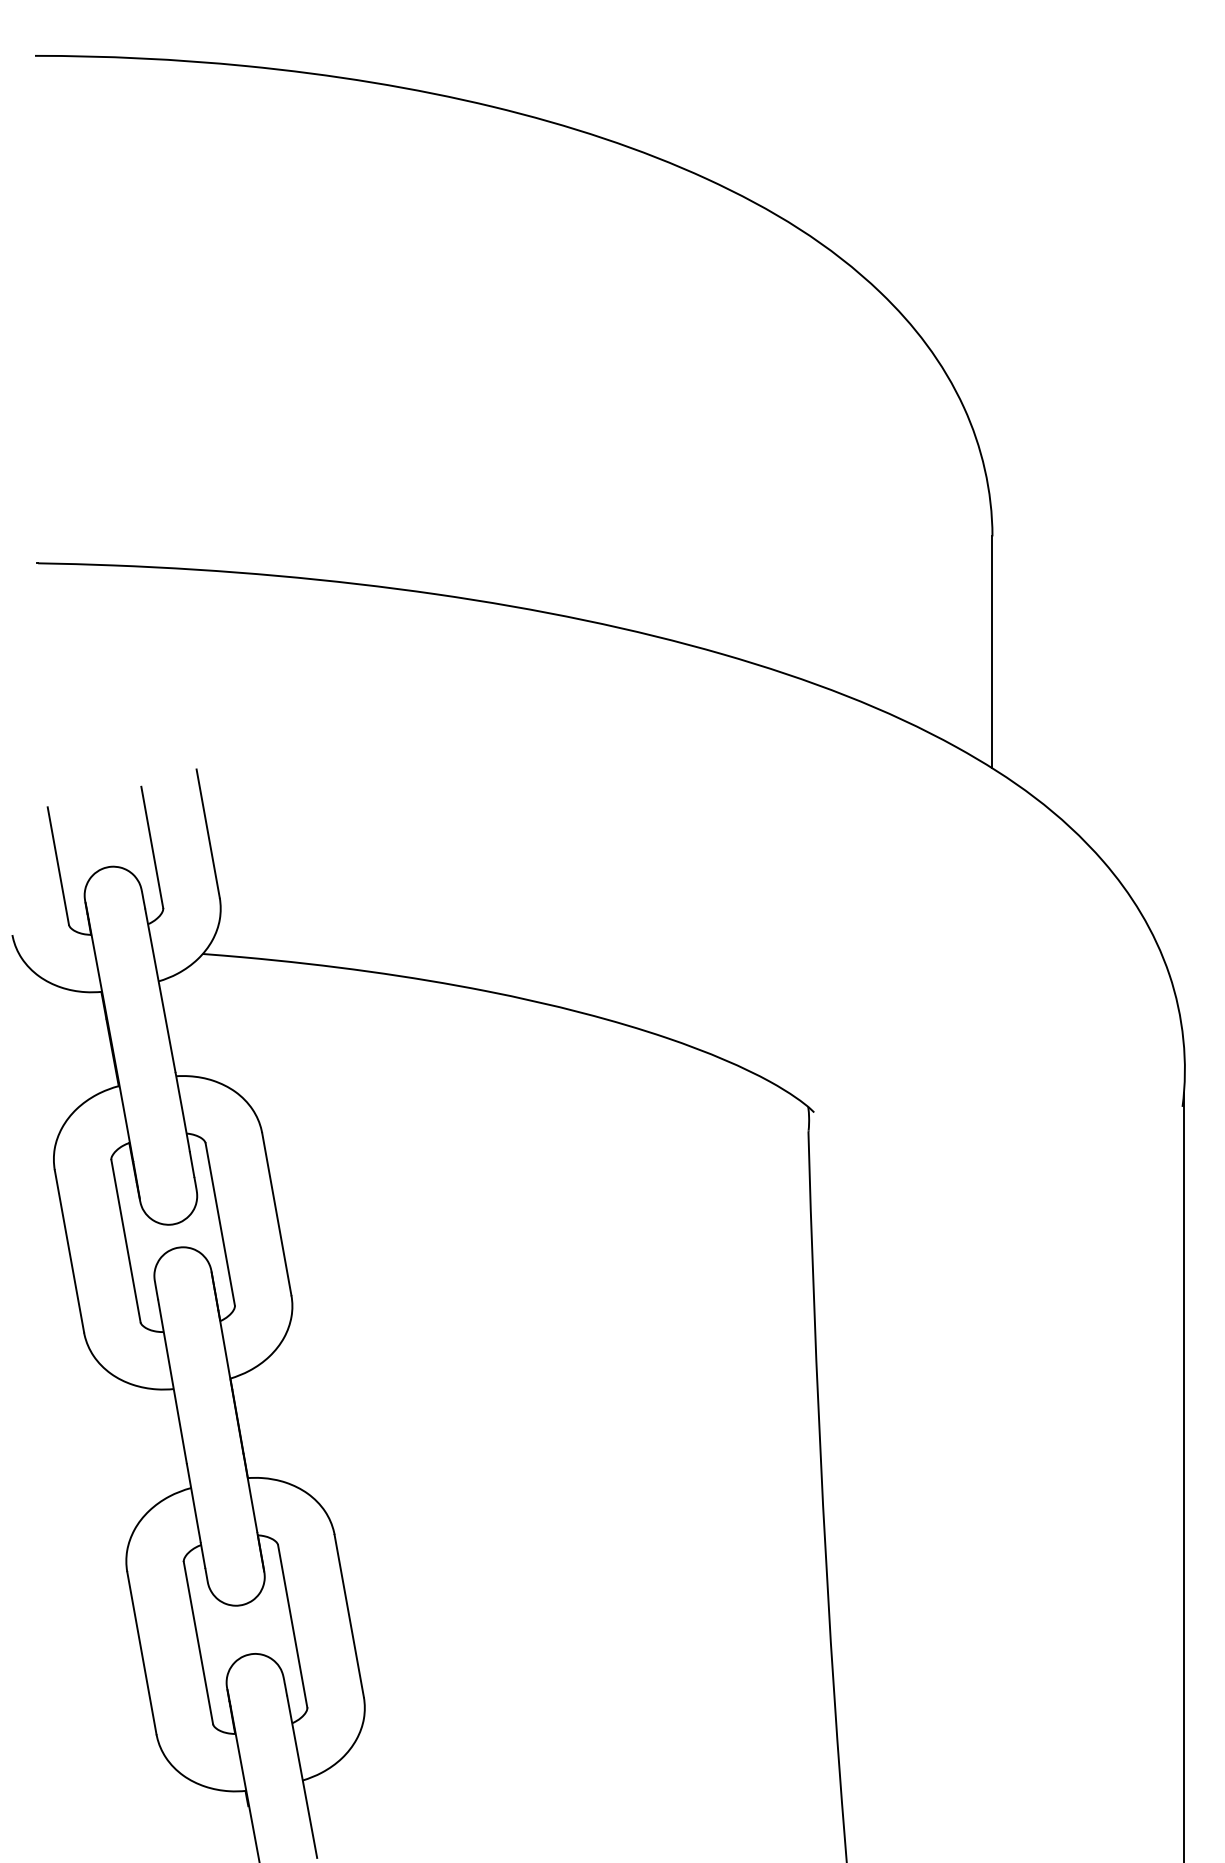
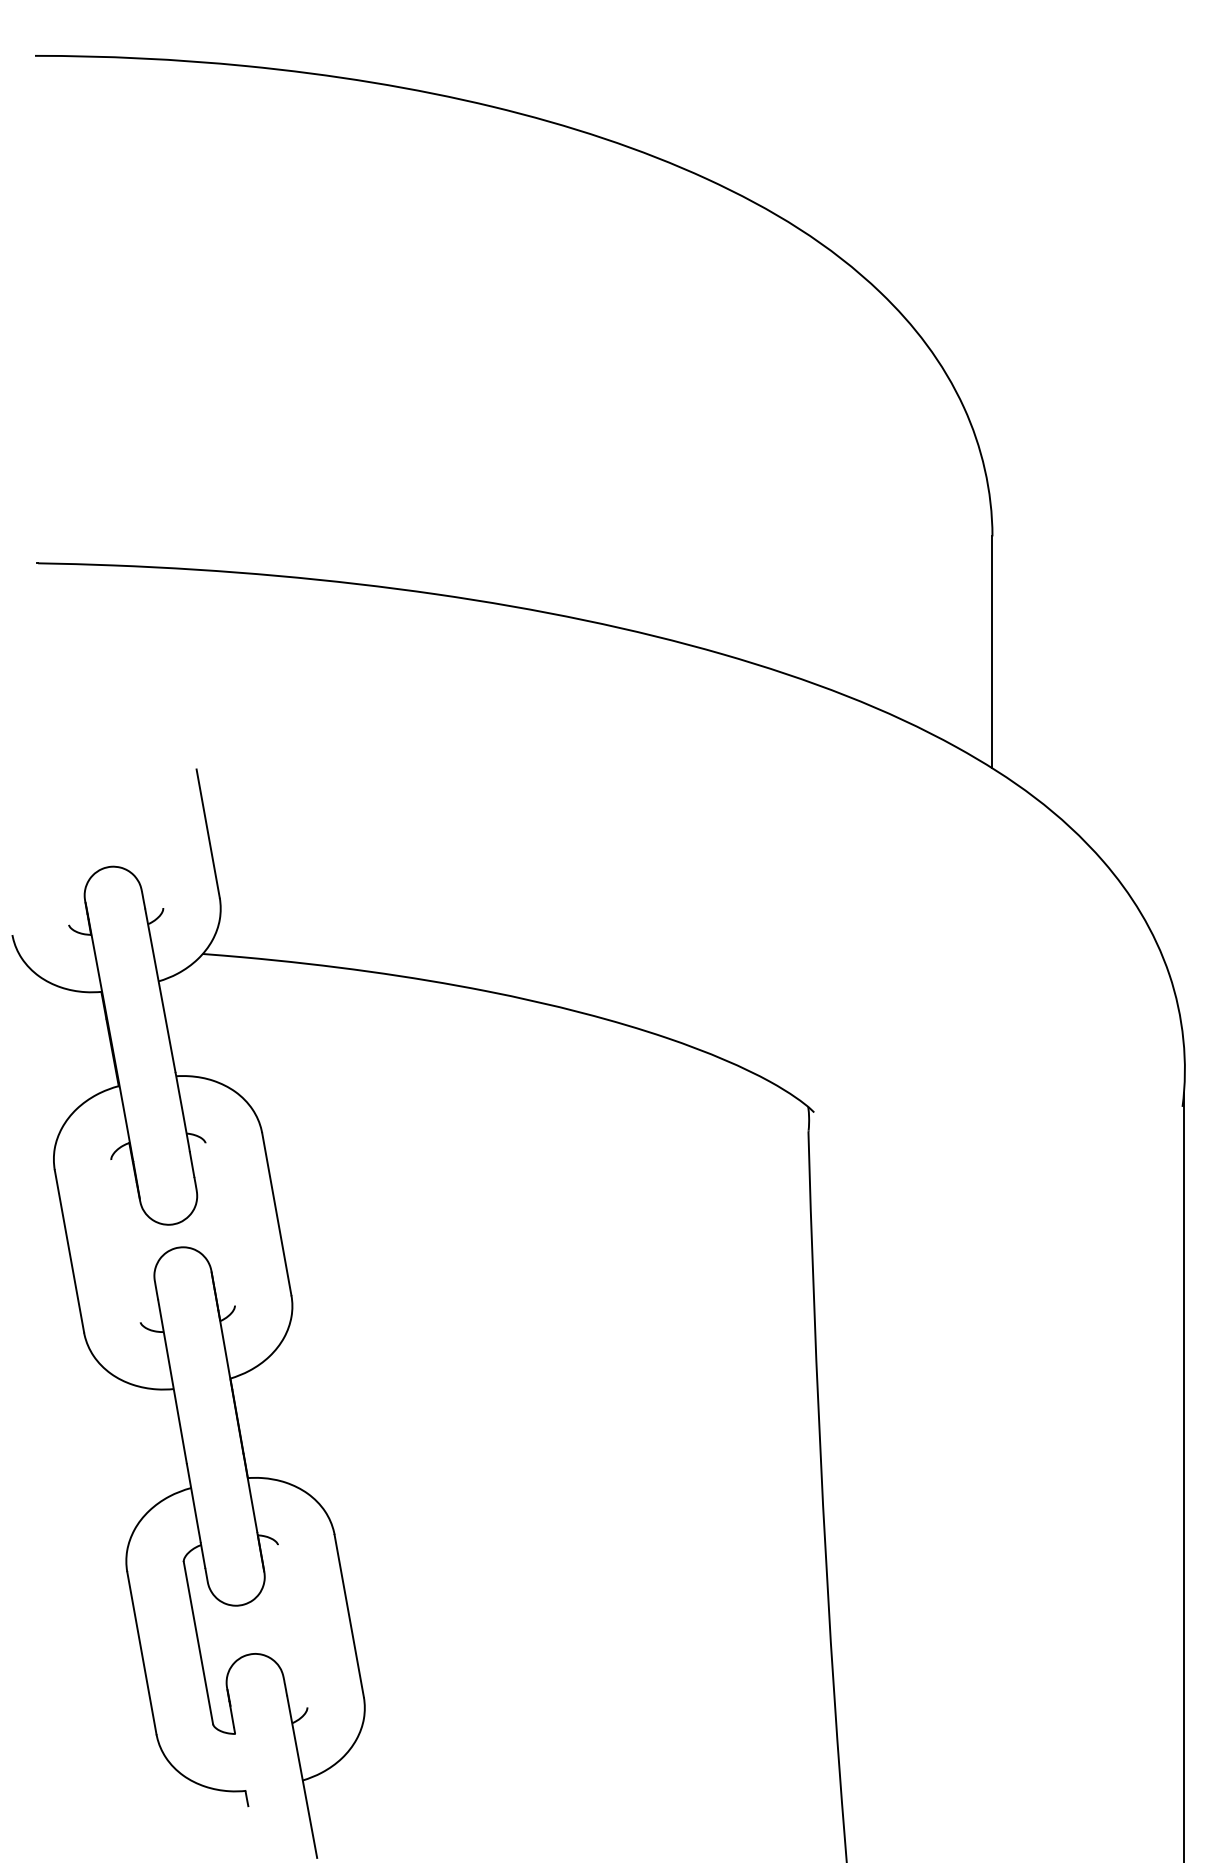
line at (152, 847): present -> none
line at (57, 865): present -> none
line at (219, 1224): present -> none
line at (125, 1241): present -> none
line at (292, 1626): present -> none
line at (244, 1782): present -> none
